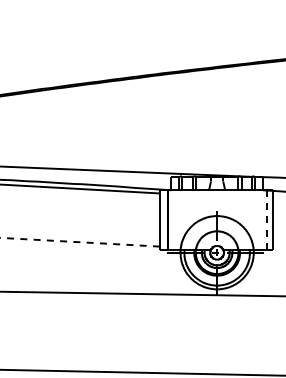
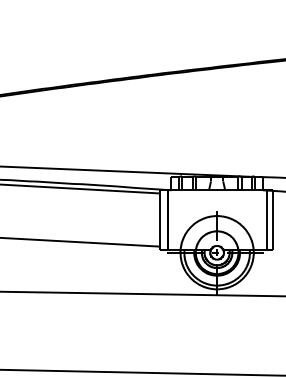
line at (266, 220): dashed -> solid
line at (80, 242): dashed -> solid
